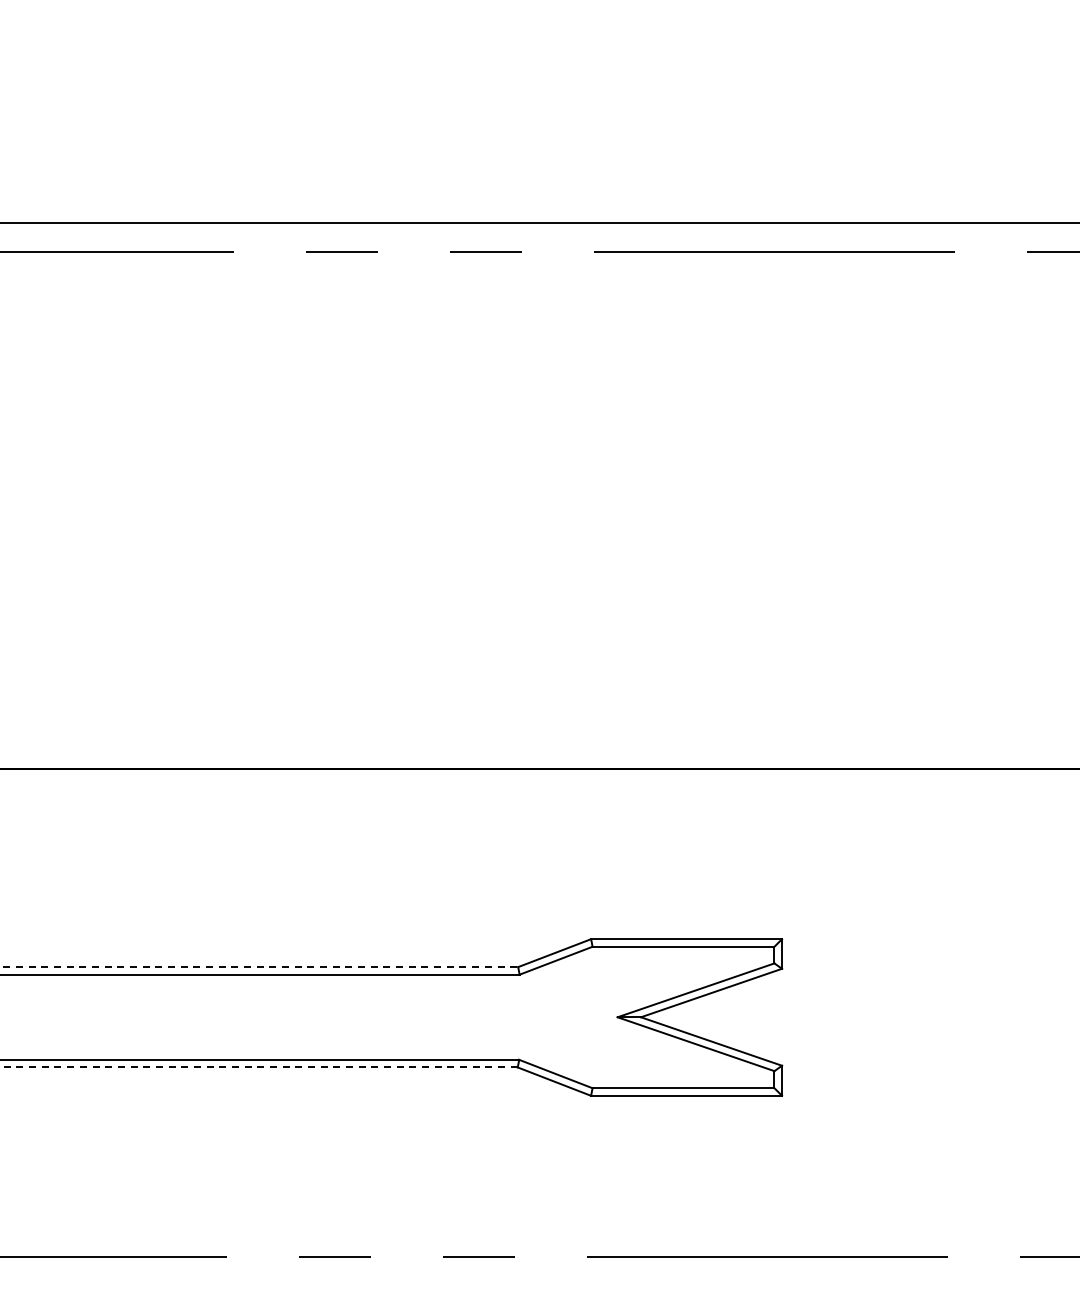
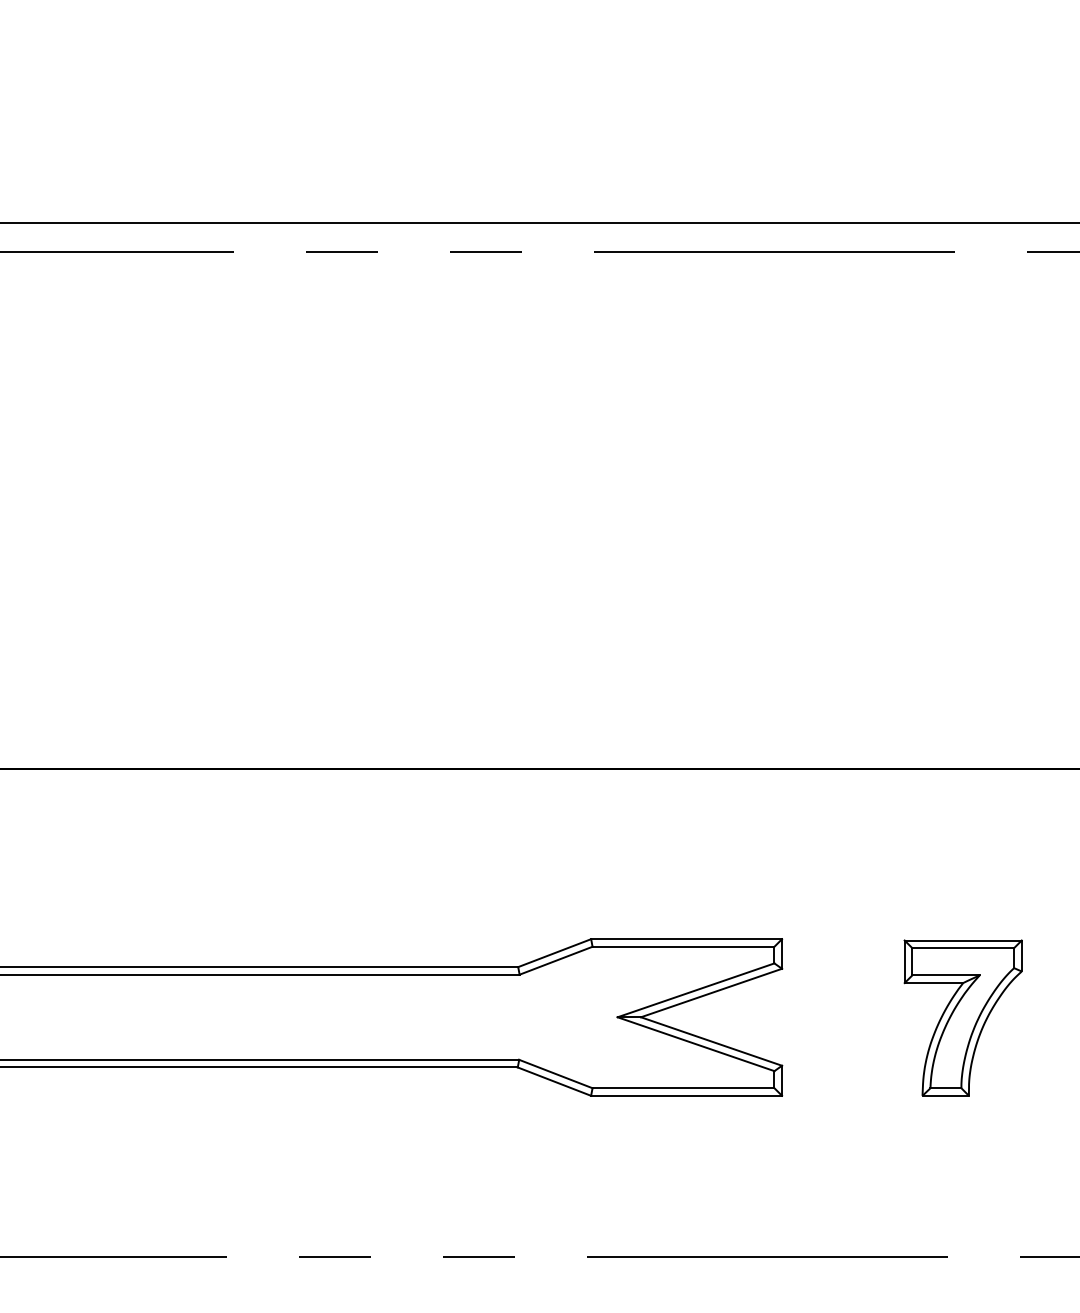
line at (259, 967): dashed -> solid
part at (962, 1017): none -> present
line at (259, 1067): dashed -> solid
